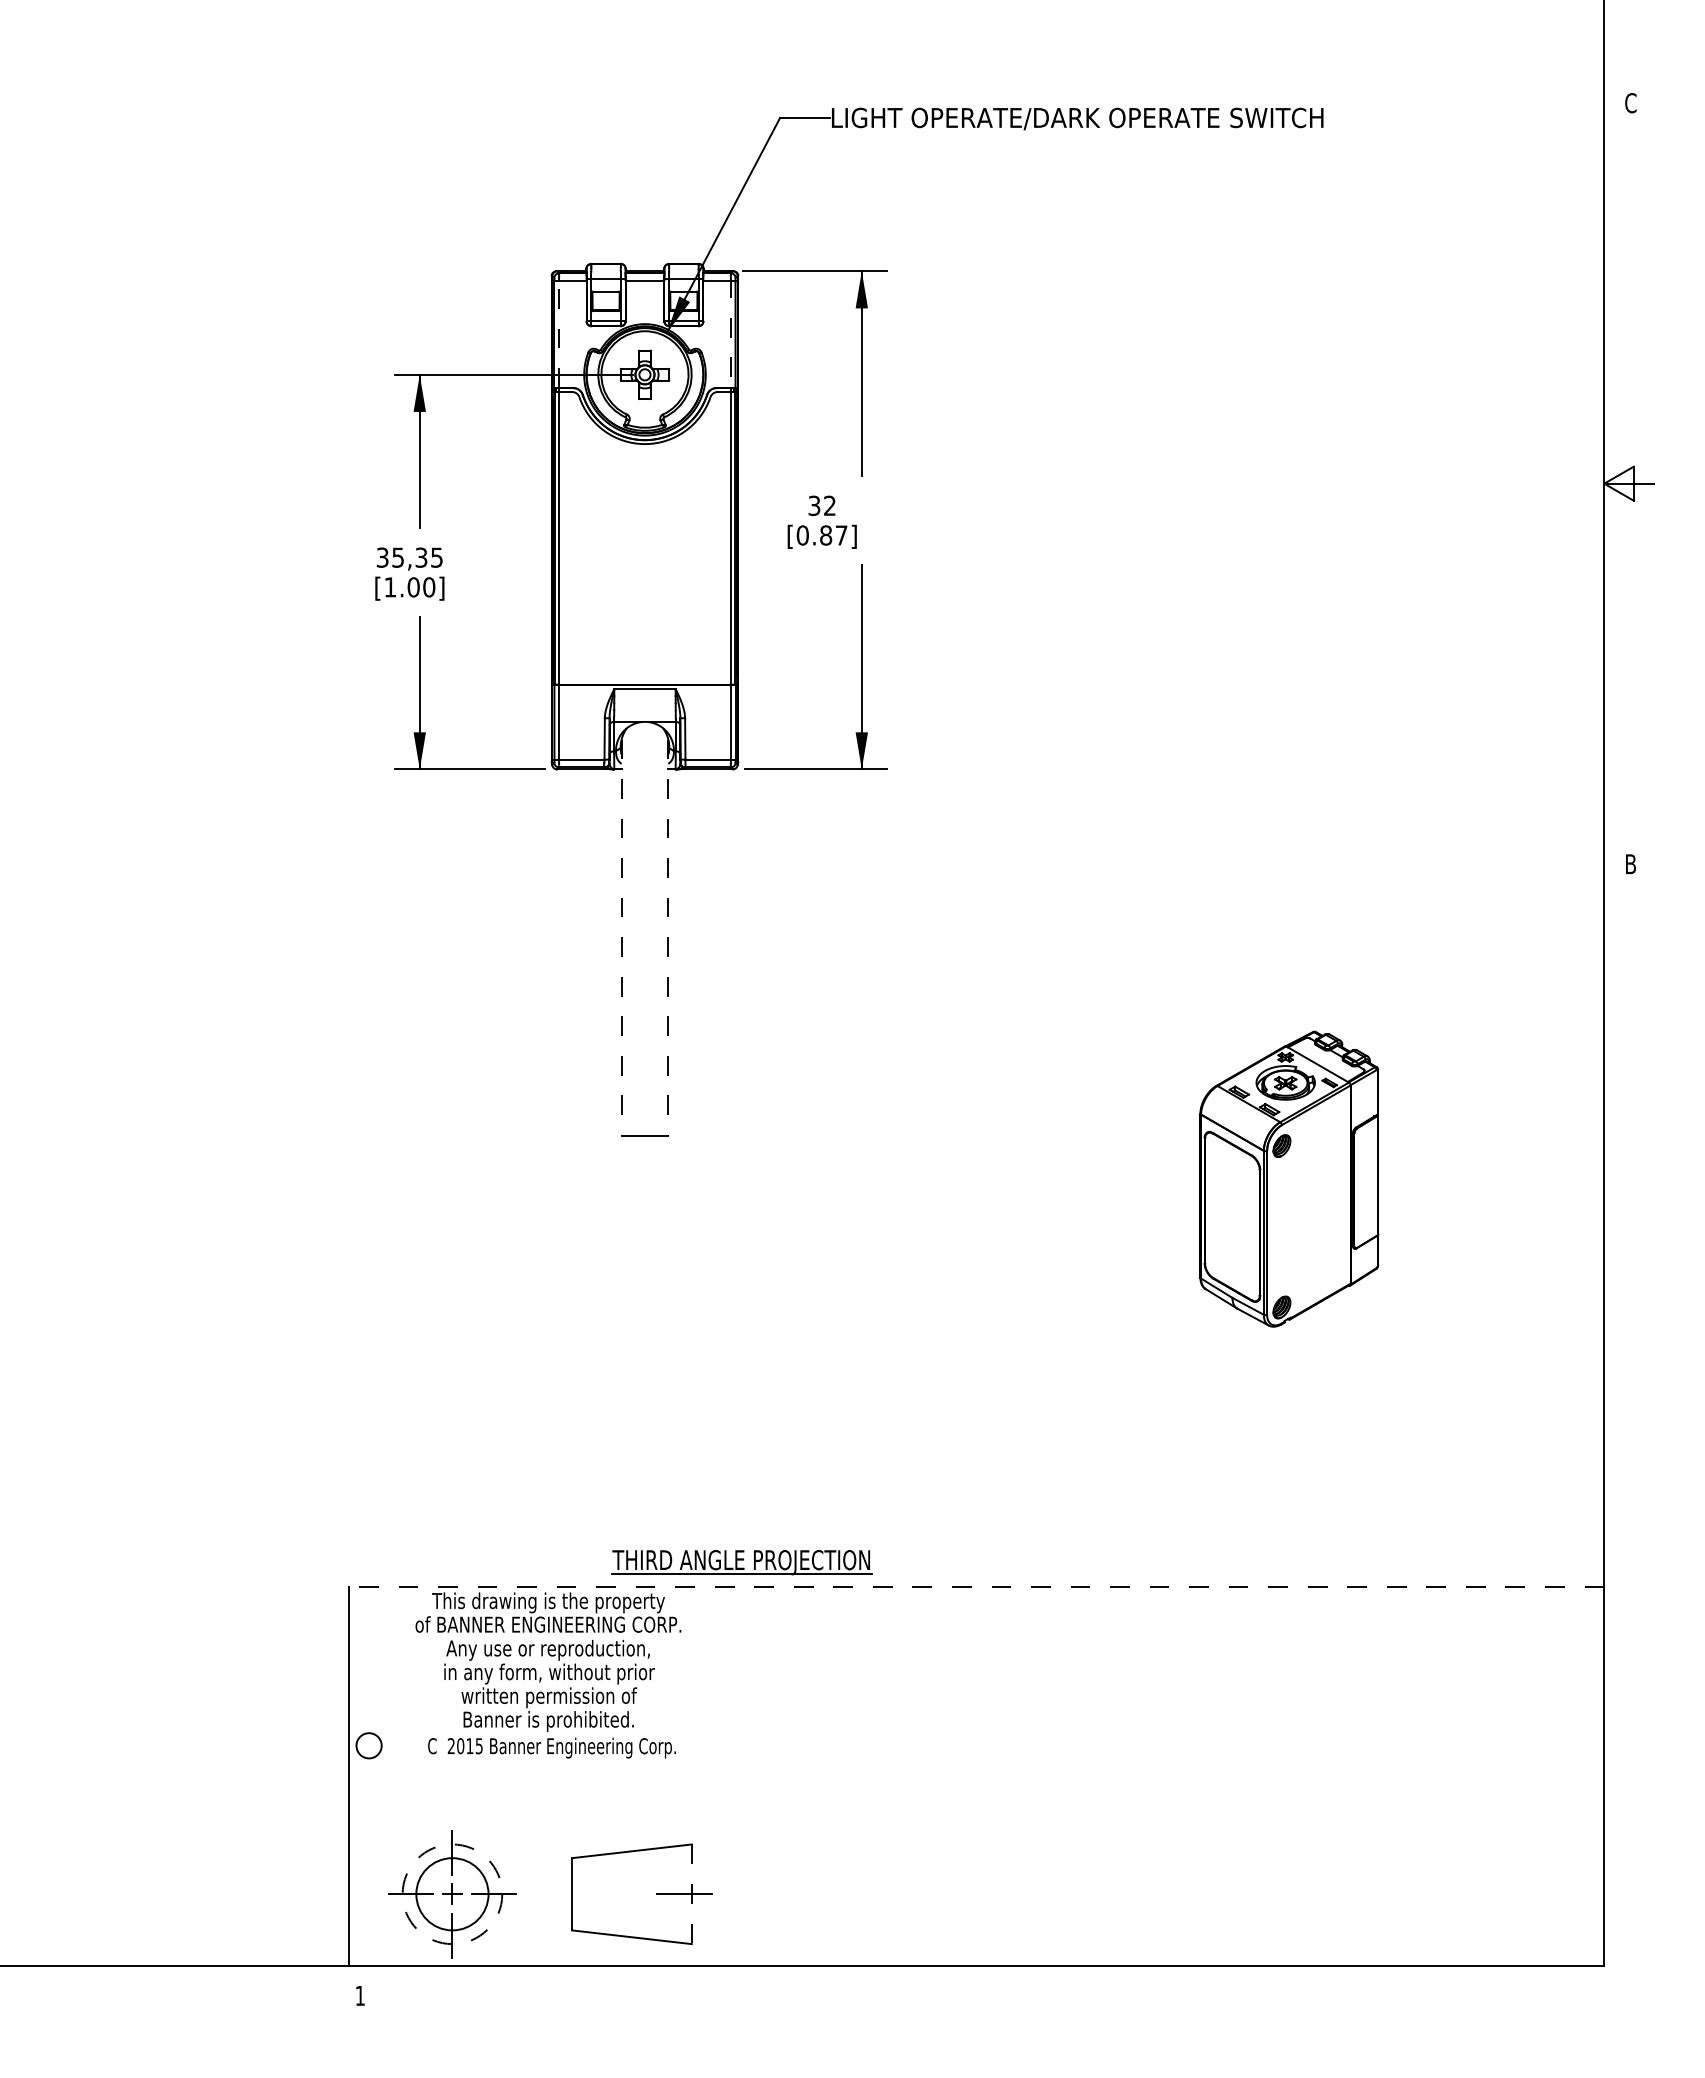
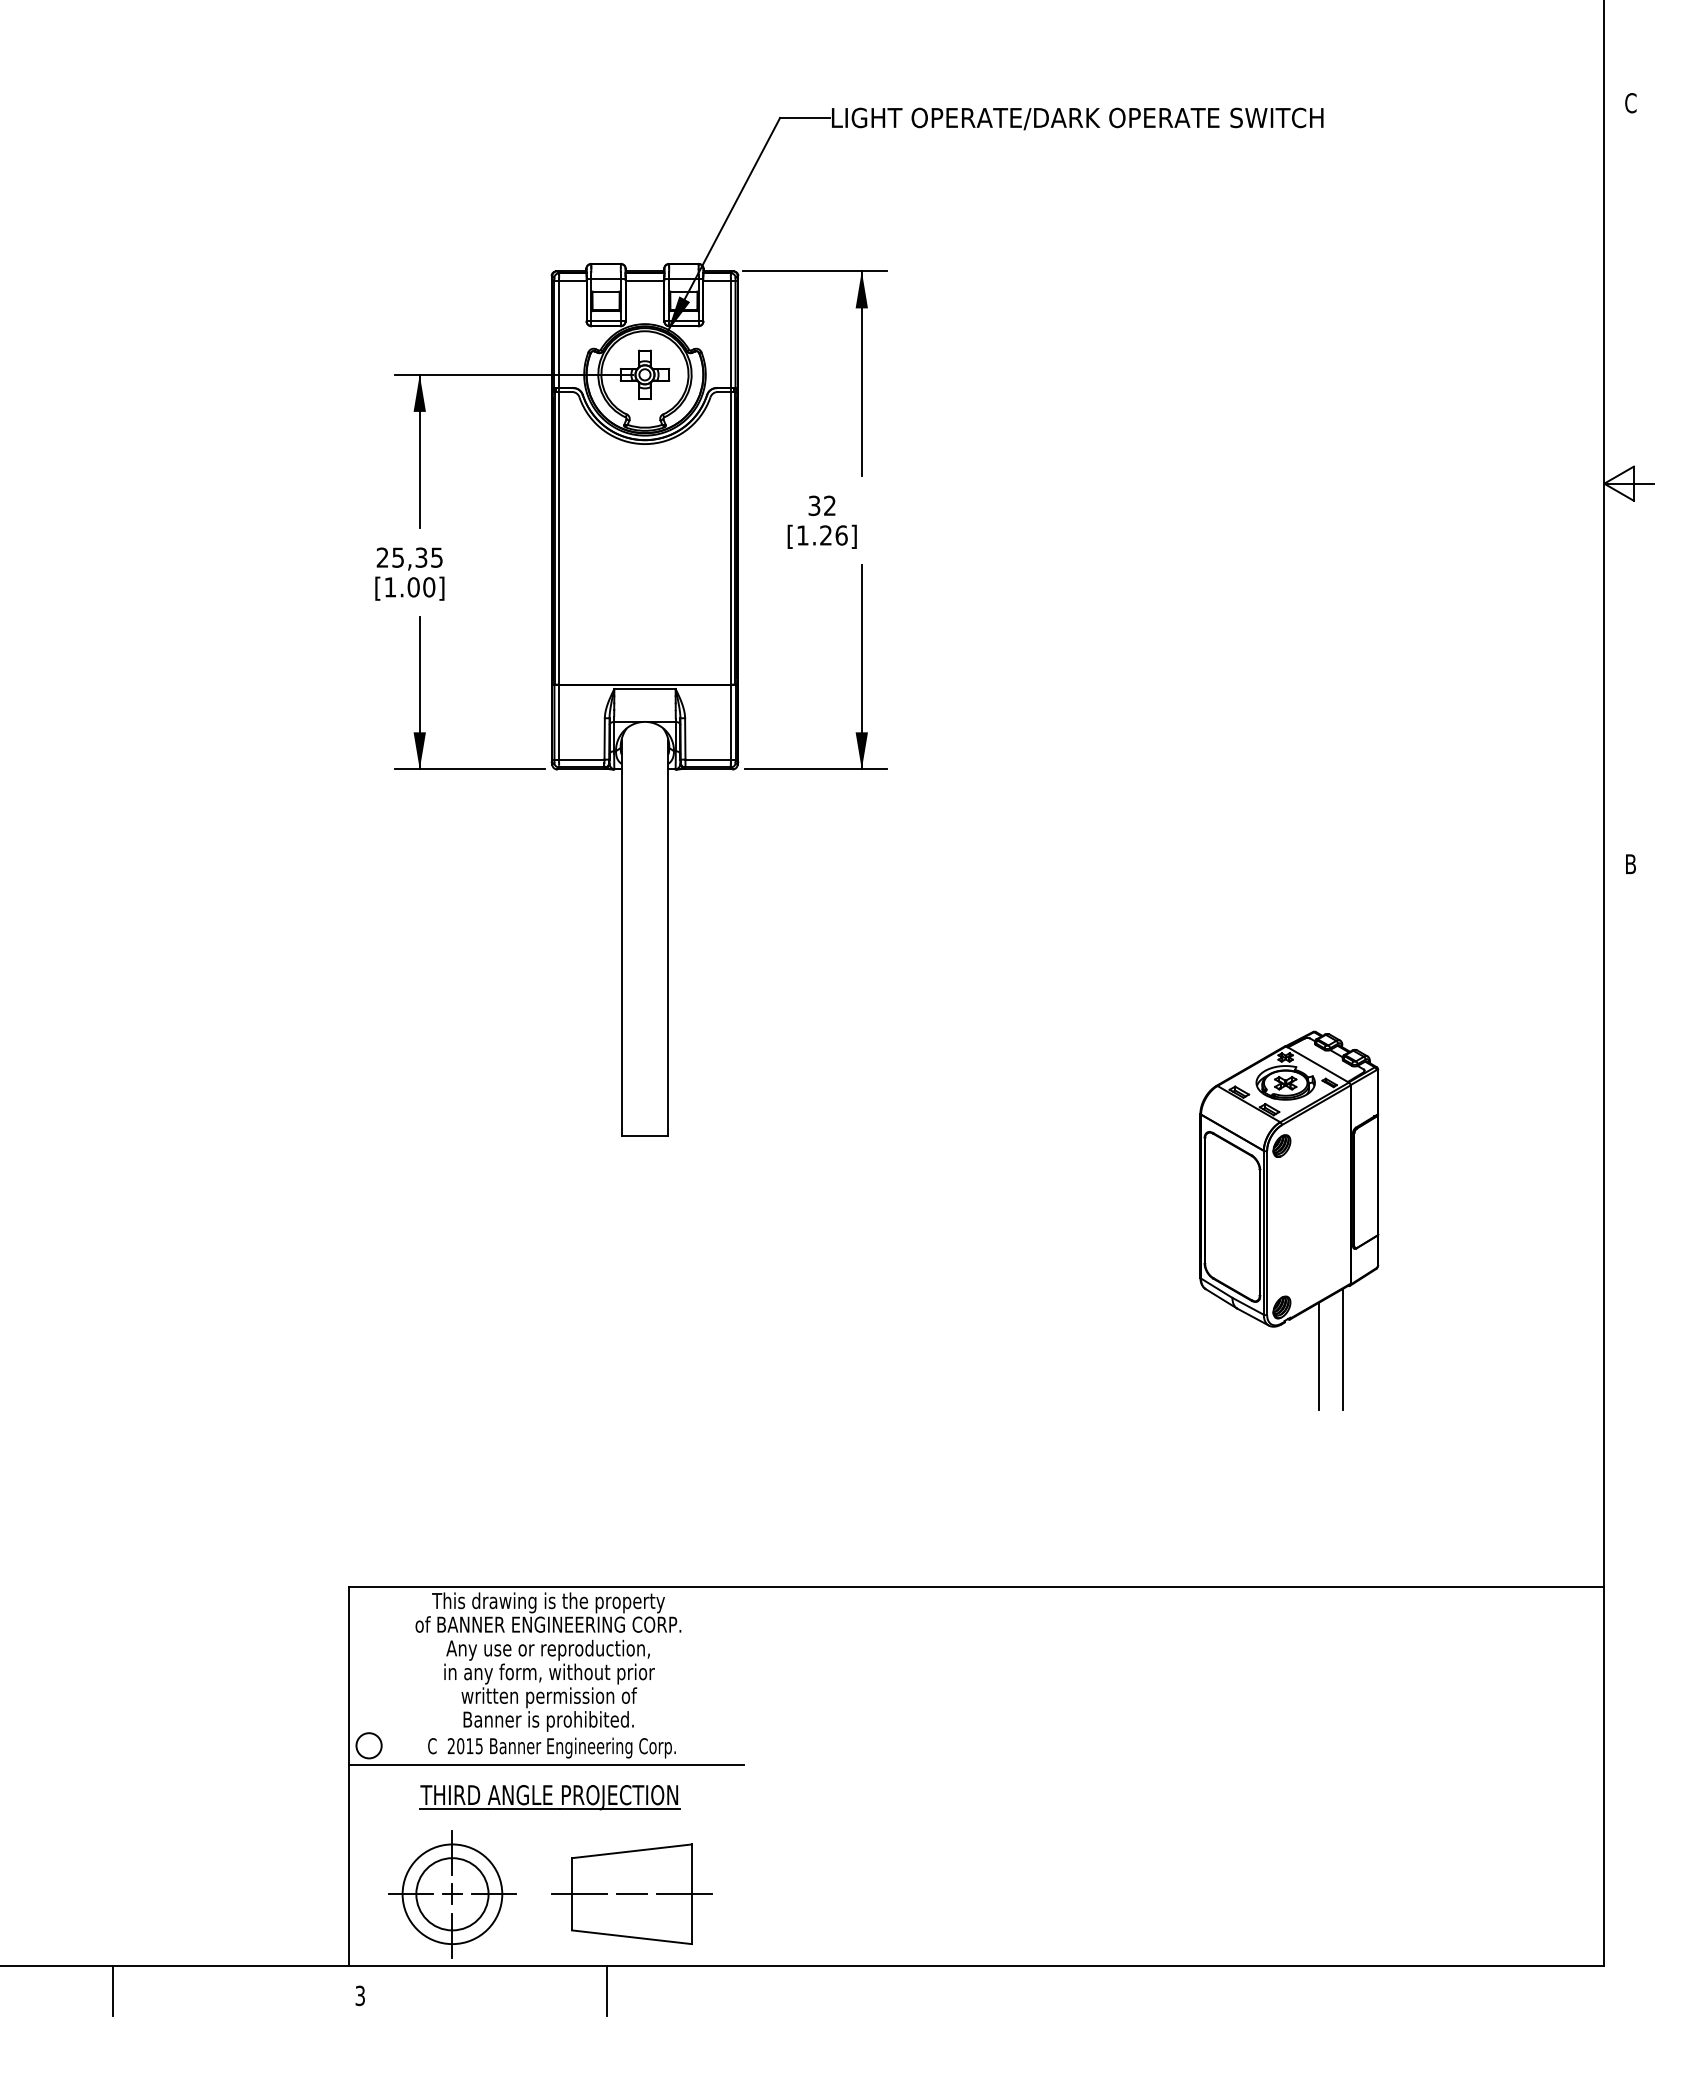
line at (730, 333): dashed -> solid
line at (559, 334): dashed -> solid
text at (821, 535): [0.87] -> [1.26]
text at (382, 557): 35,35 -> 25,35
line at (621, 938): dashed -> solid
line at (668, 938): dashed -> solid
line at (1342, 1349): none -> present
line at (1319, 1355): none -> present
part at (741, 1562) position: (741, 1562) -> (549, 1797)
line at (976, 1586): dashed -> solid
line at (546, 1764): none -> present
circle at (452, 1894): dashed -> solid
line at (579, 1894): none -> present
line at (631, 1894): none -> present
line at (691, 1894): dashed -> solid
line at (113, 1990): none -> present
line at (607, 1990): none -> present
text at (359, 1995): 1 -> 3
